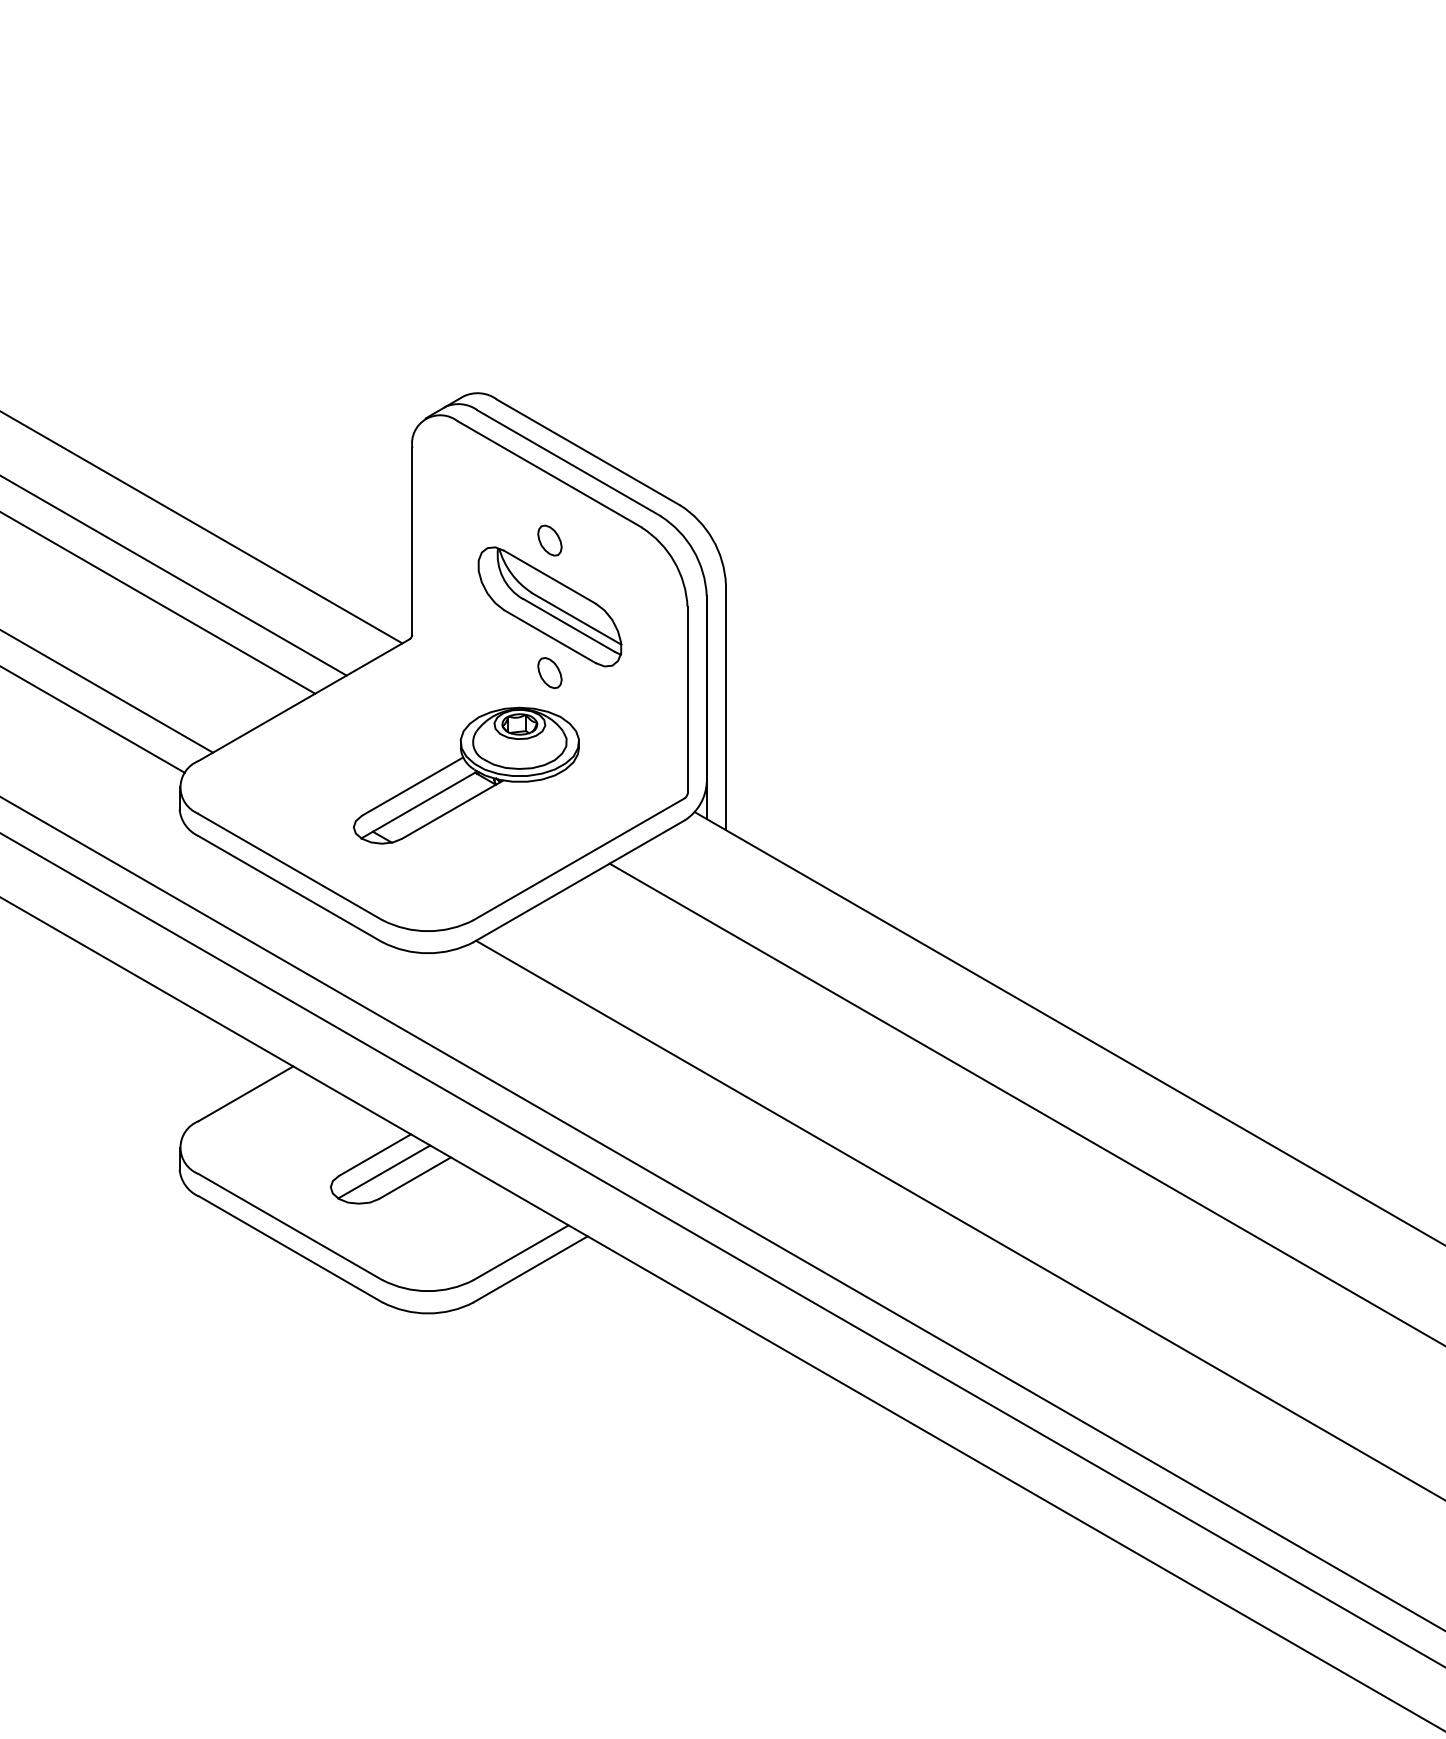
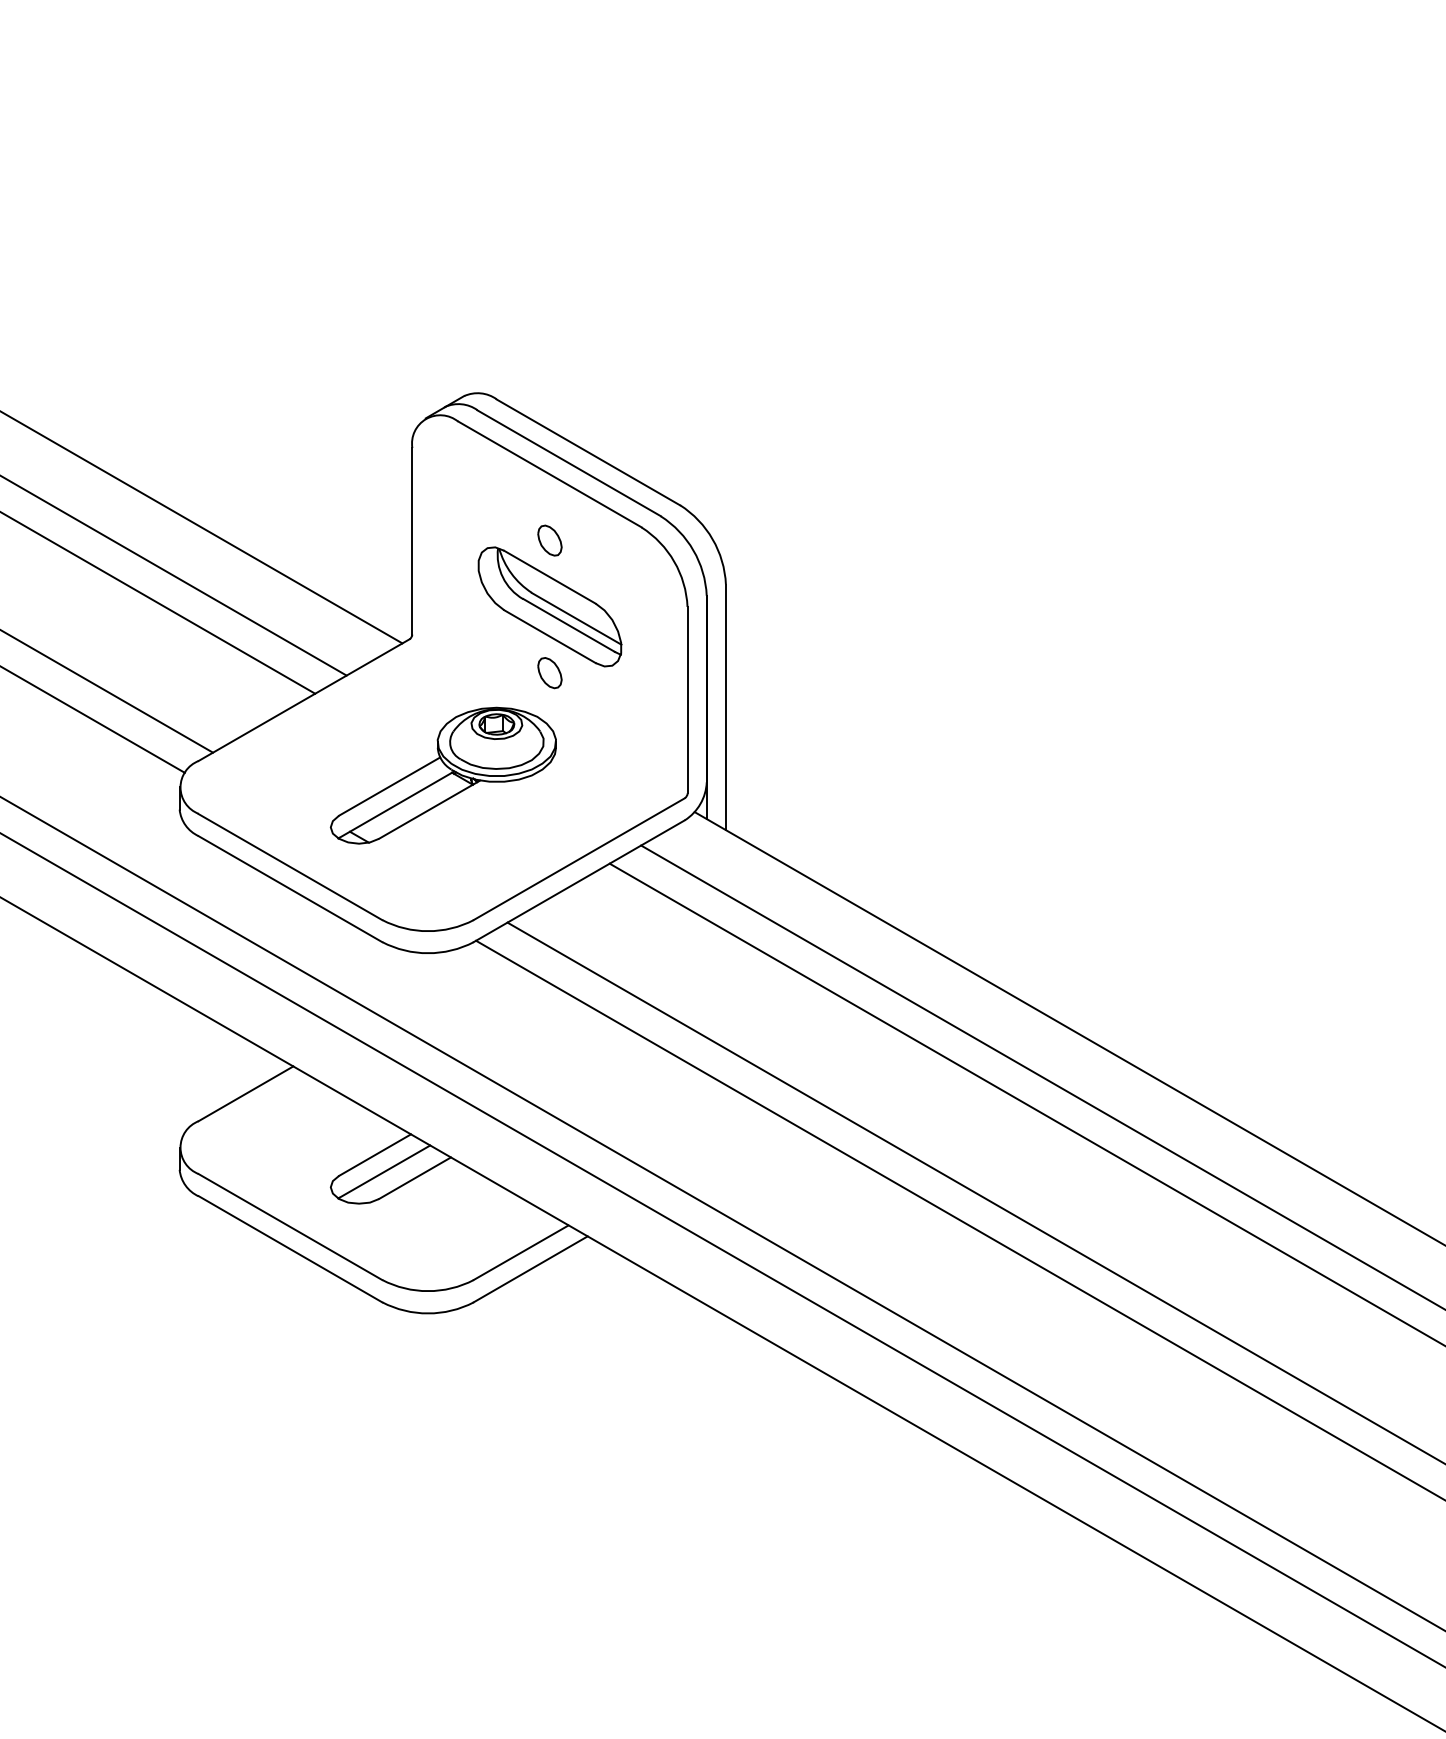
part at (465, 775) position: (465, 775) -> (442, 775)
line at (1041, 1076): none -> present
line at (974, 1192): none -> present
